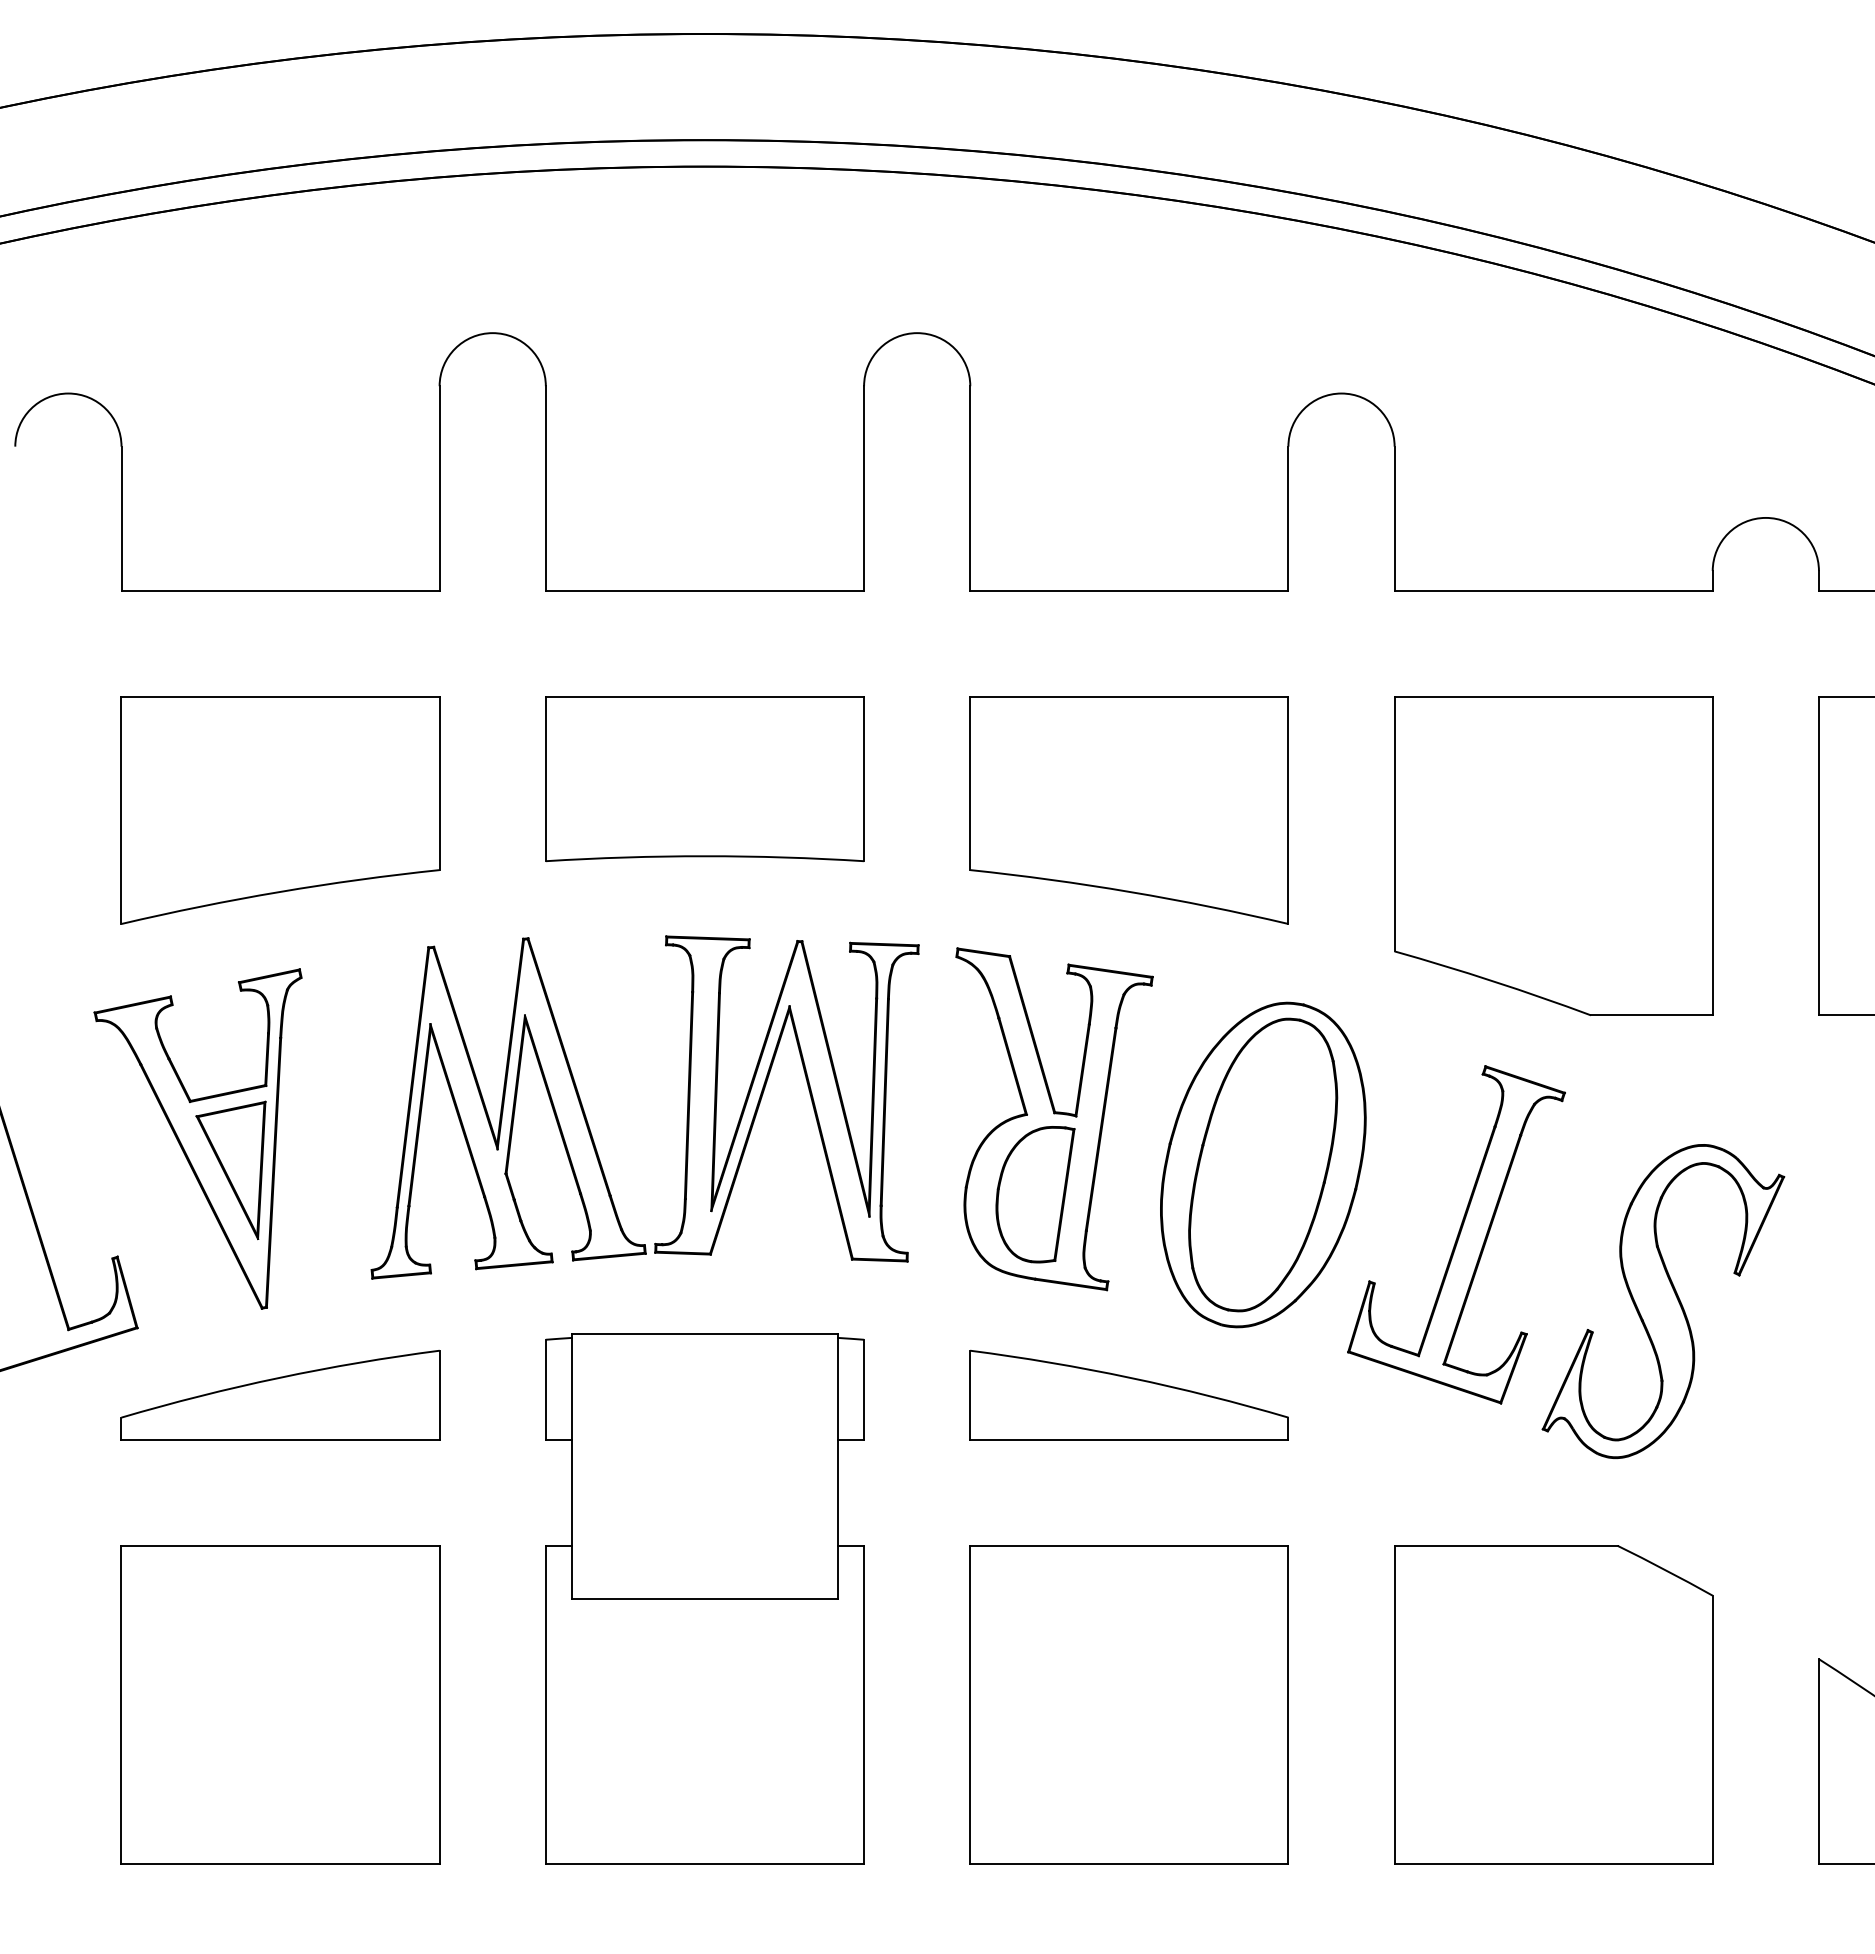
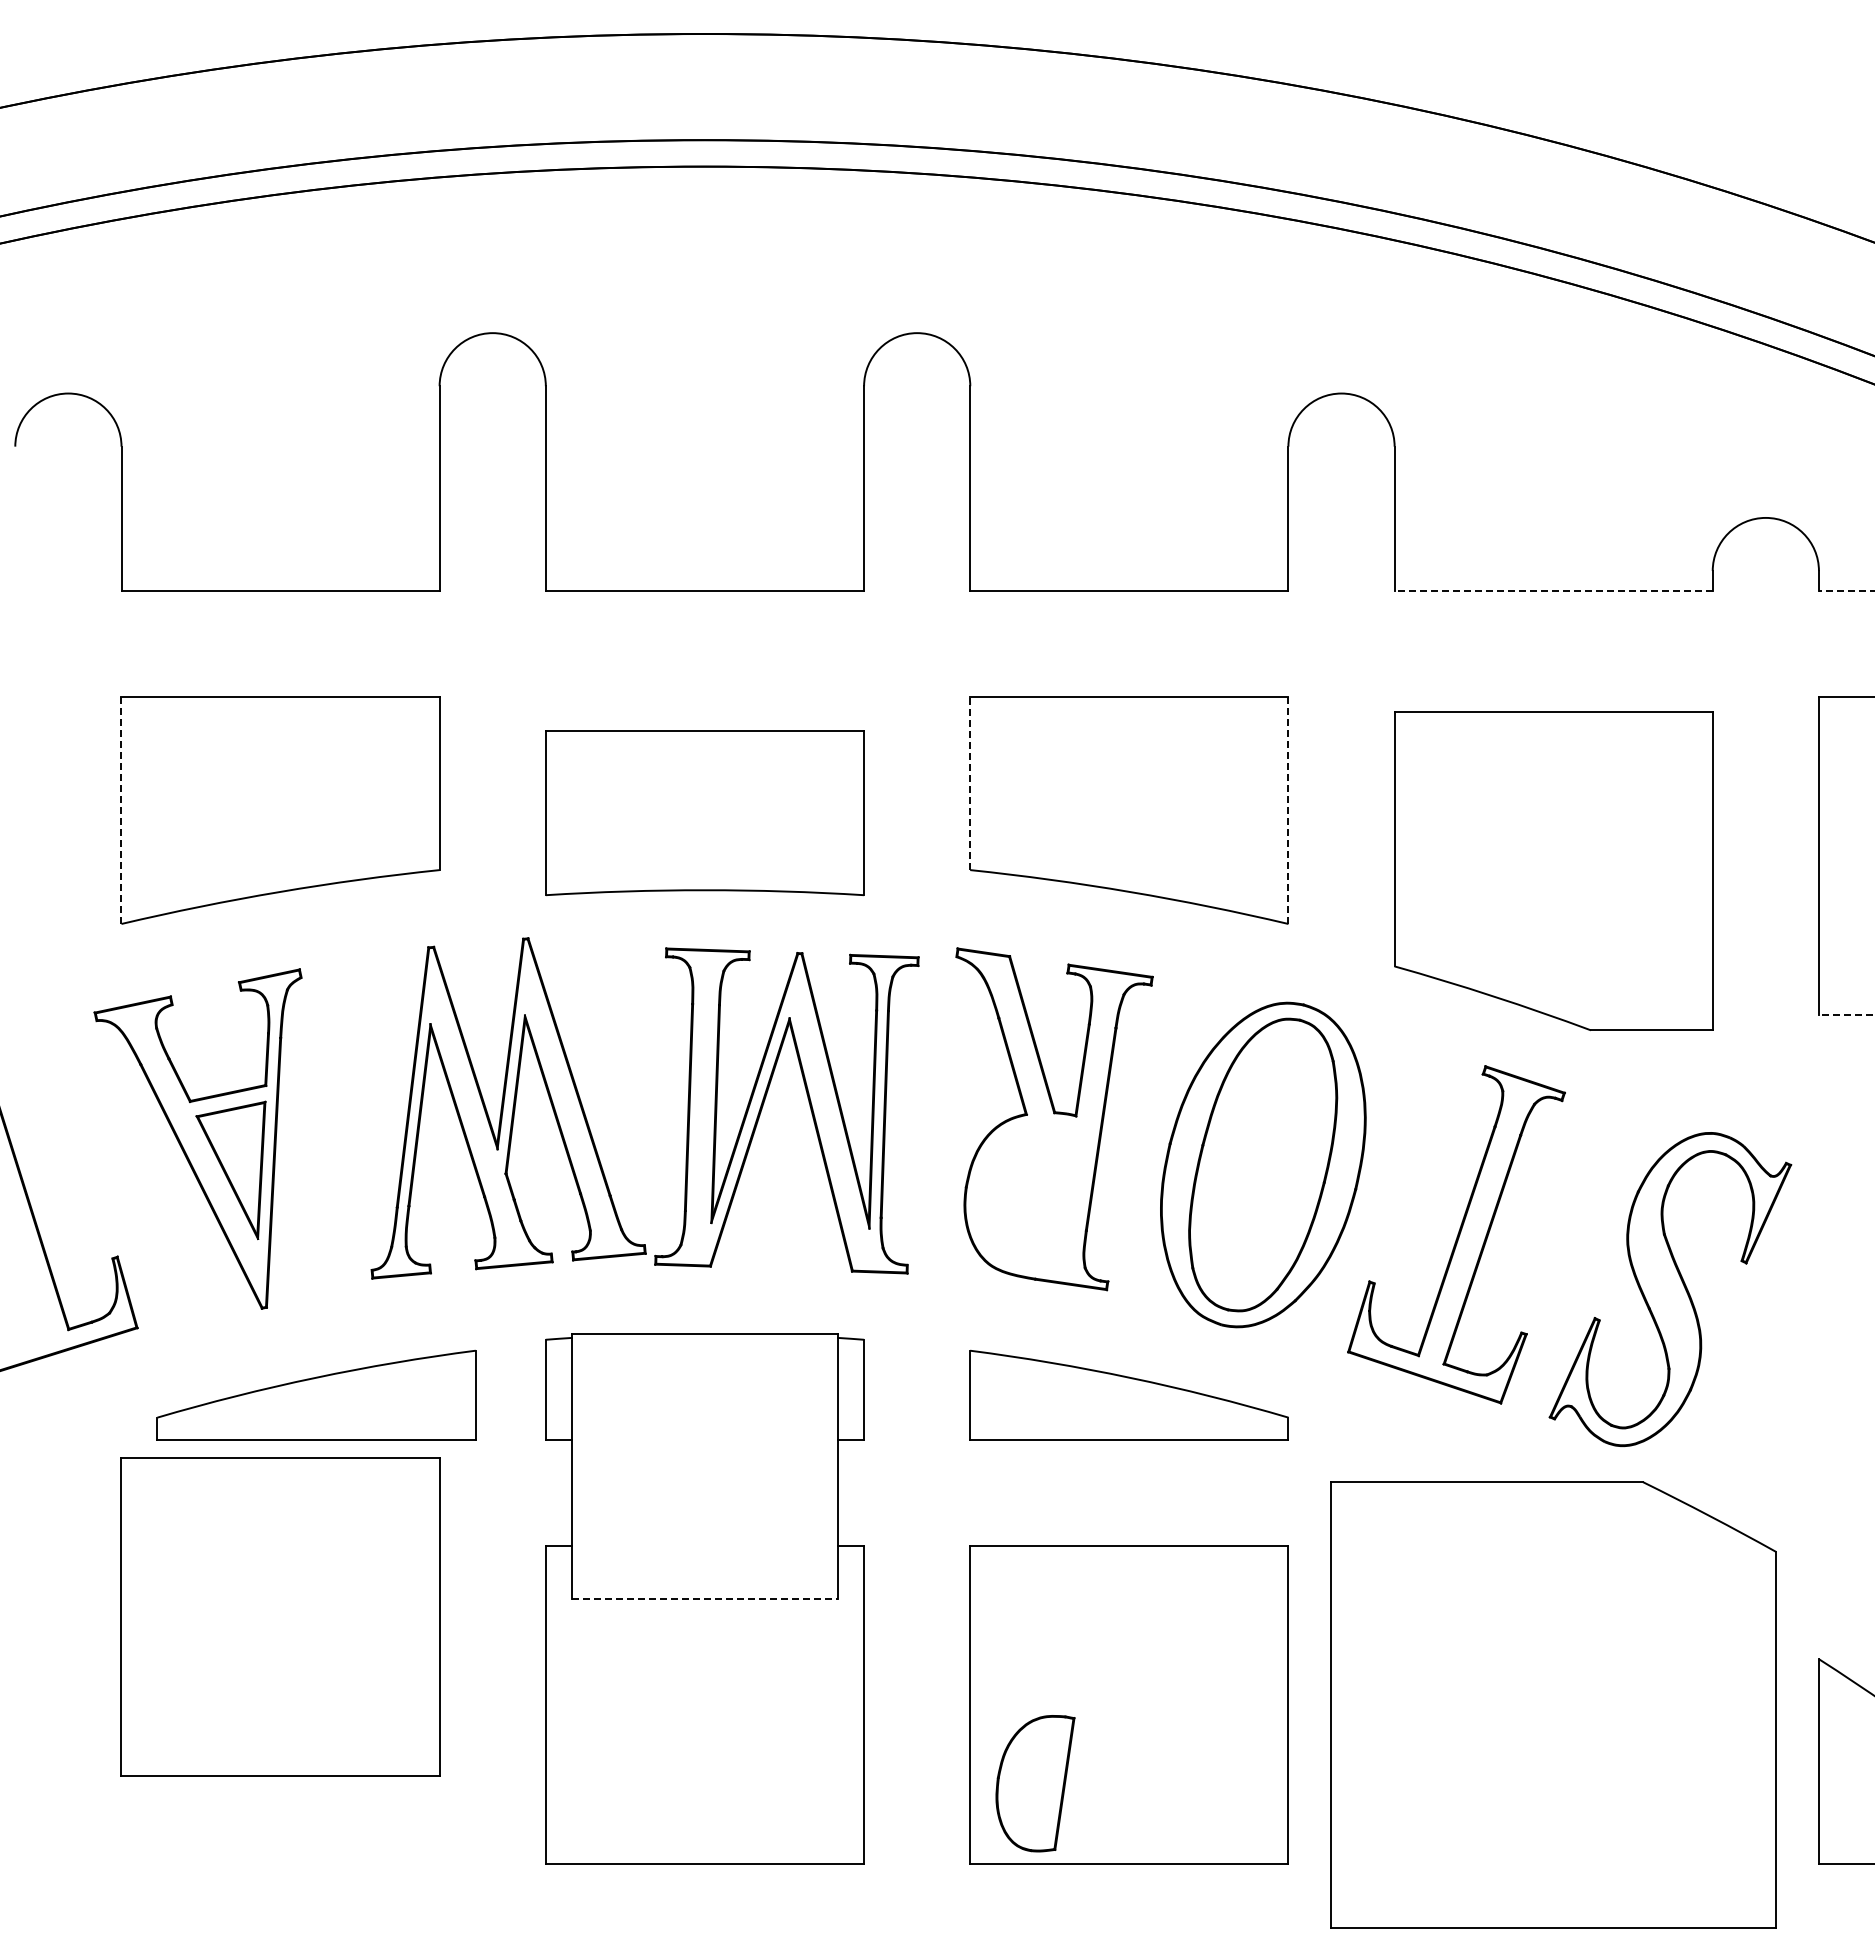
line at (1553, 590): solid -> dashed
line at (1846, 590): solid -> dashed
part at (704, 779) position: (704, 779) -> (704, 813)
line at (970, 783): solid -> dashed
line at (121, 810): solid -> dashed
line at (1288, 811): solid -> dashed
part at (1553, 855) position: (1553, 855) -> (1553, 870)
line at (1846, 1015): solid -> dashed
part at (764, 1091) position: (764, 1091) -> (764, 1103)
part at (1035, 1194) position: (1035, 1194) -> (1035, 1783)
part at (1663, 1301) position: (1663, 1301) -> (1670, 1289)
part at (280, 1394) position: (280, 1394) -> (316, 1394)
line at (704, 1598): solid -> dashed
part at (280, 1704) position: (280, 1704) -> (280, 1616)
part at (1553, 1704) size: 320x320 px -> 447x448 px
